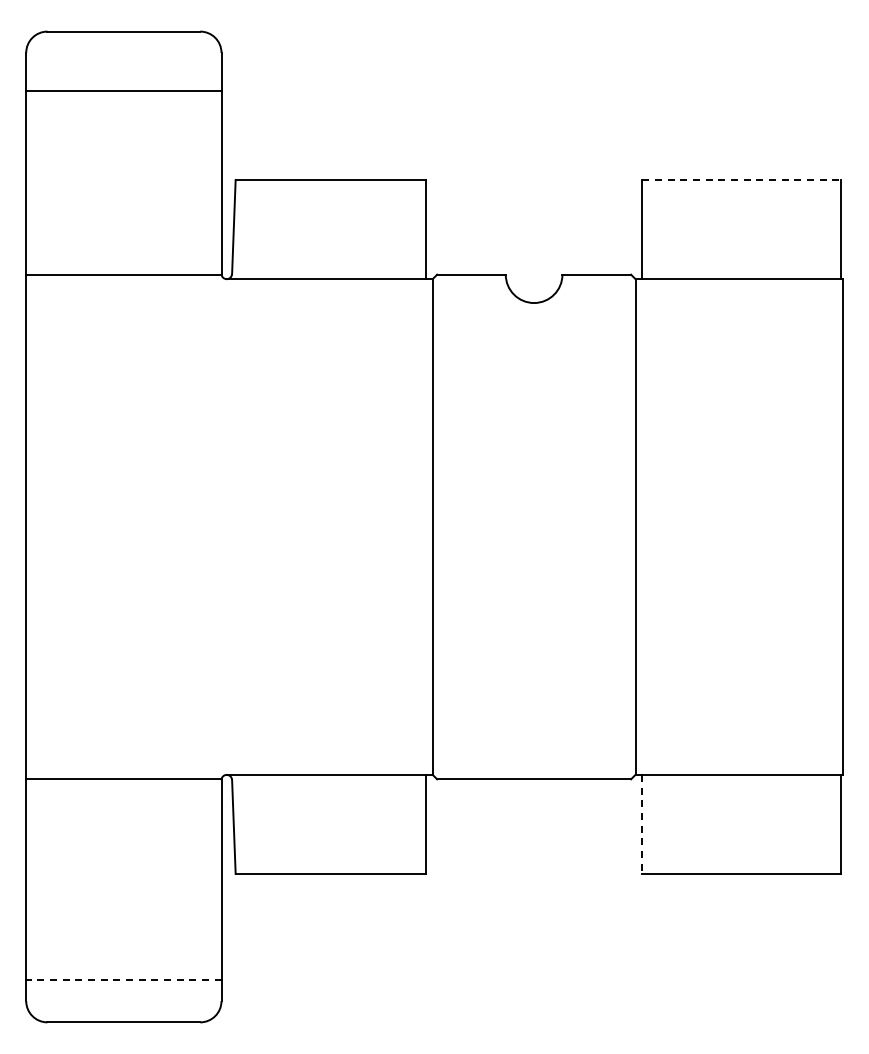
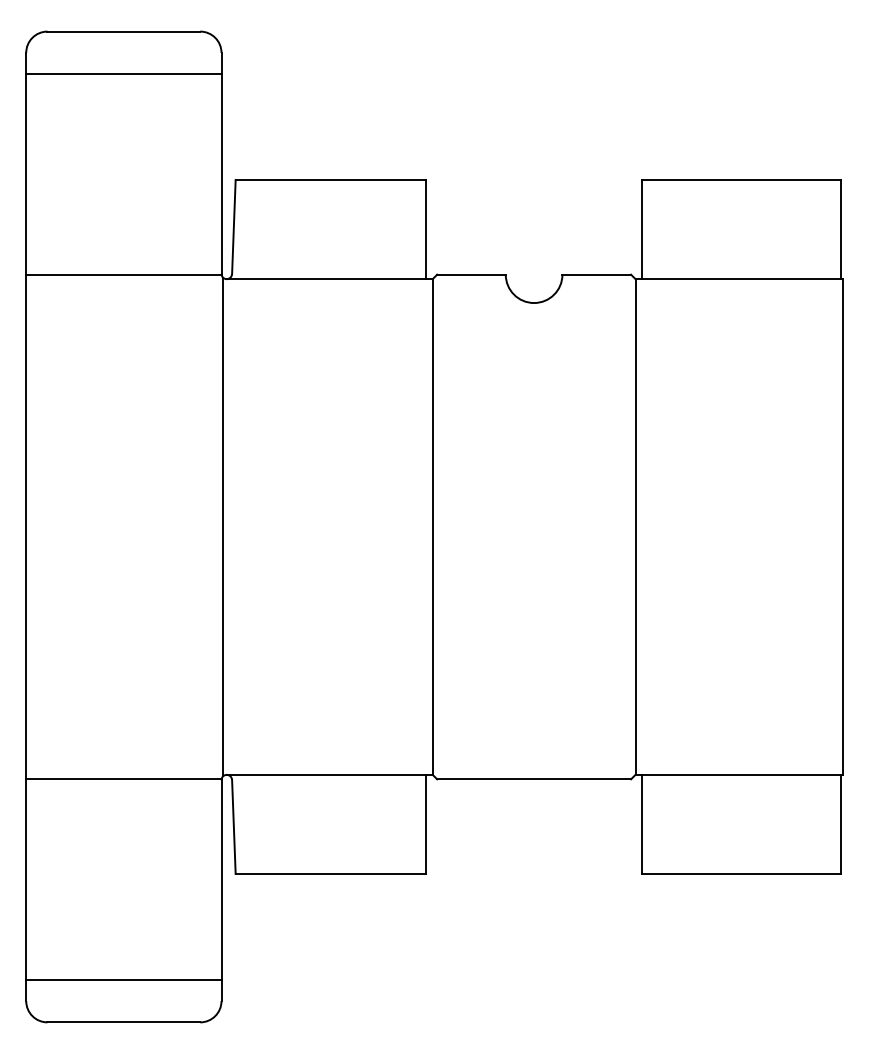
line at (123, 91) position: (123, 91) -> (123, 74)
line at (741, 179): dashed -> solid
line at (223, 526): none -> present
line at (642, 824): dashed -> solid
line at (123, 979): dashed -> solid
